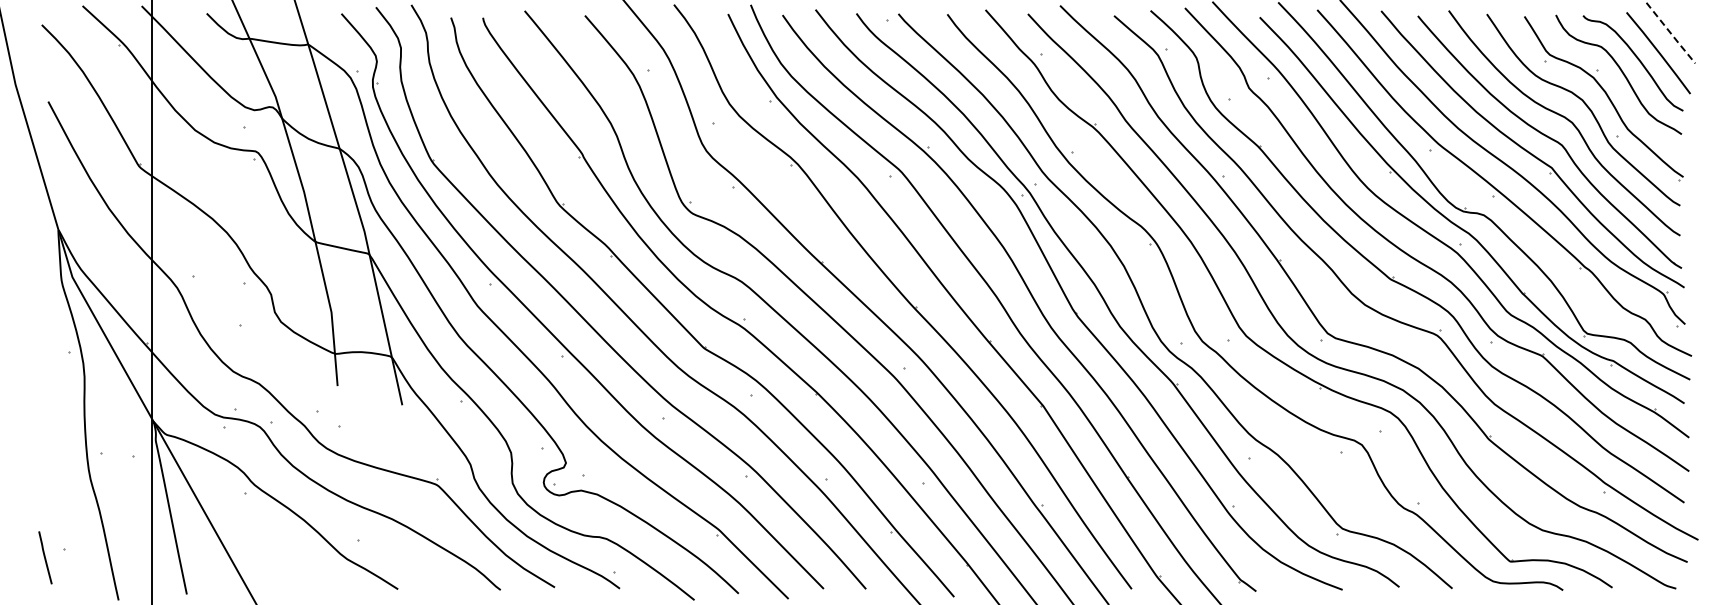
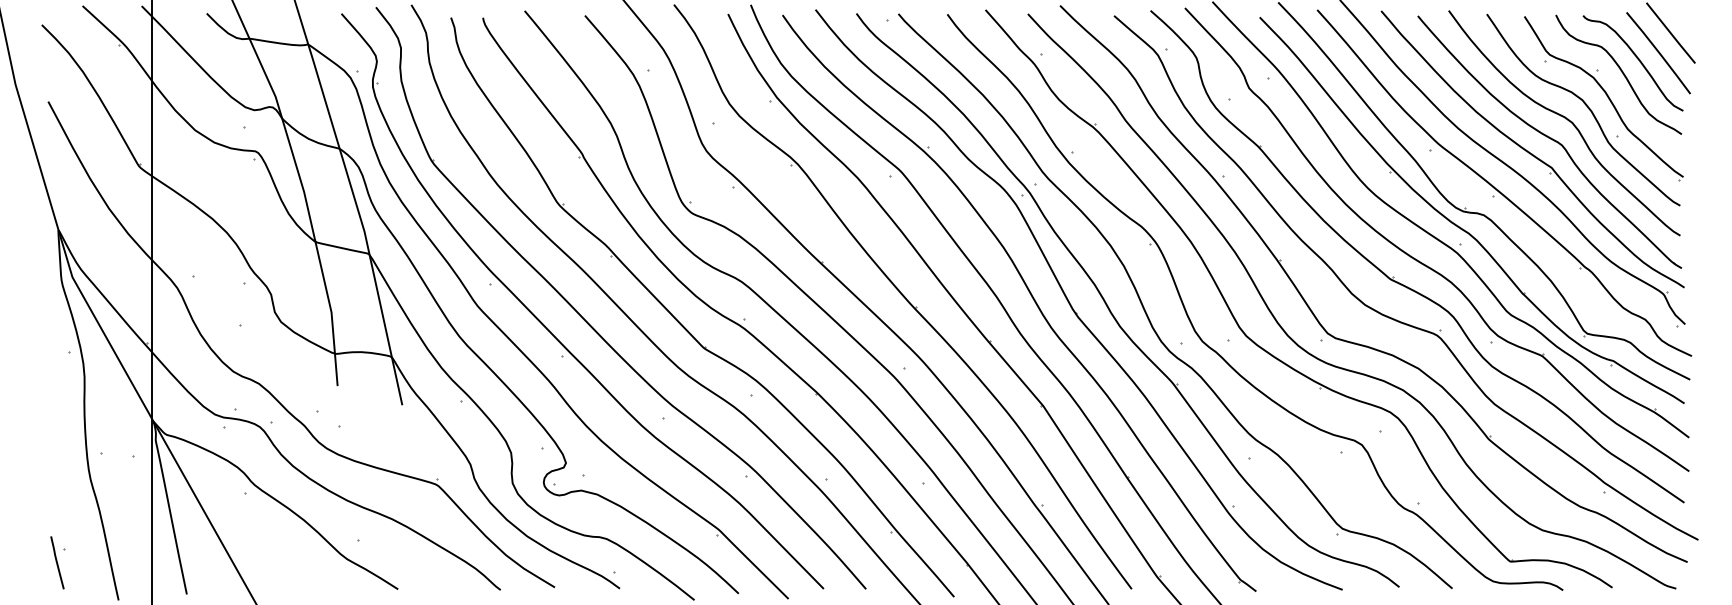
line at (1671, 33): dashed -> solid
line at (45, 557) position: (45, 557) -> (57, 562)
